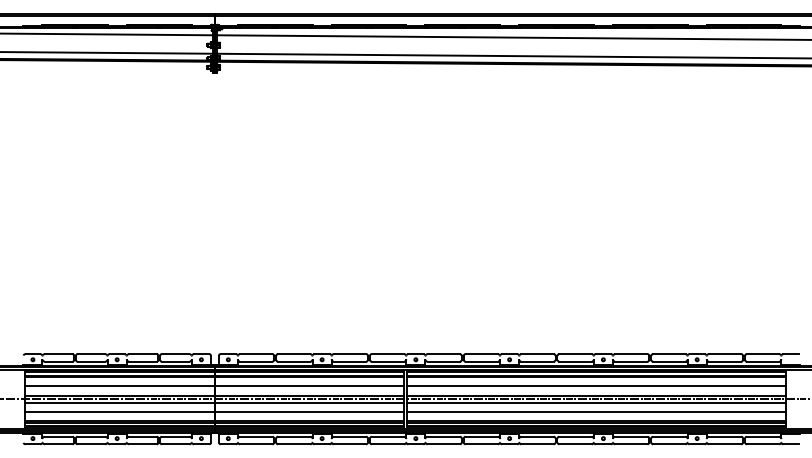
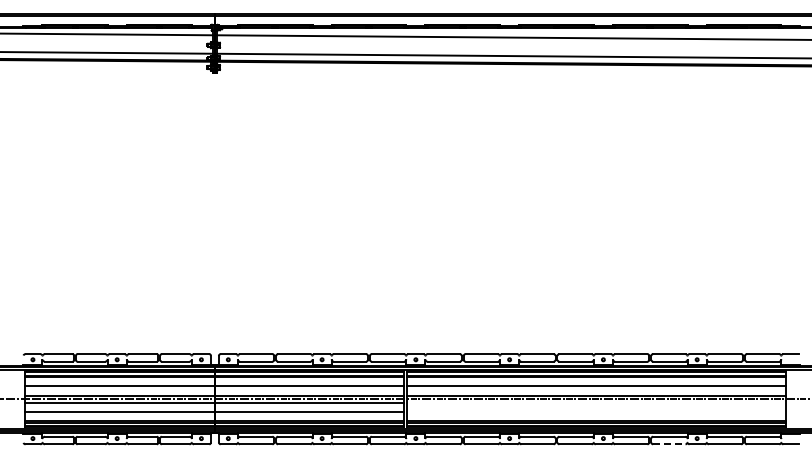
line at (596, 402): present -> none
line at (596, 412): present -> none
line at (669, 444): solid -> dashed
